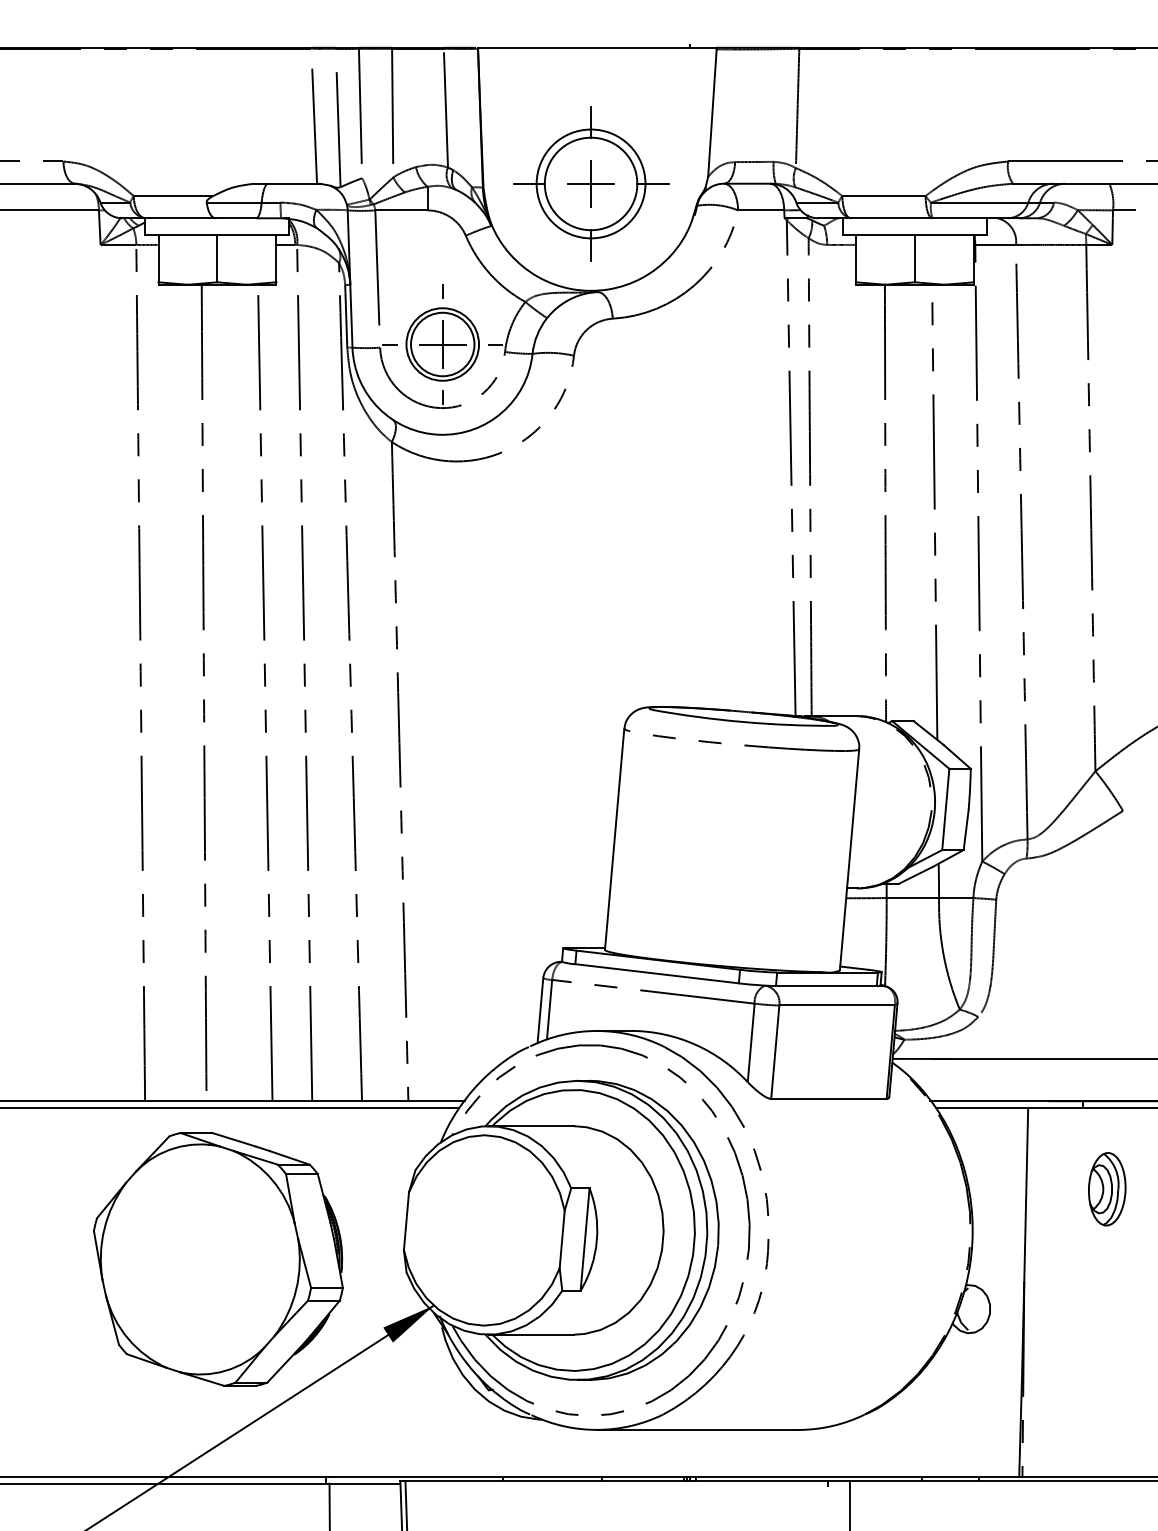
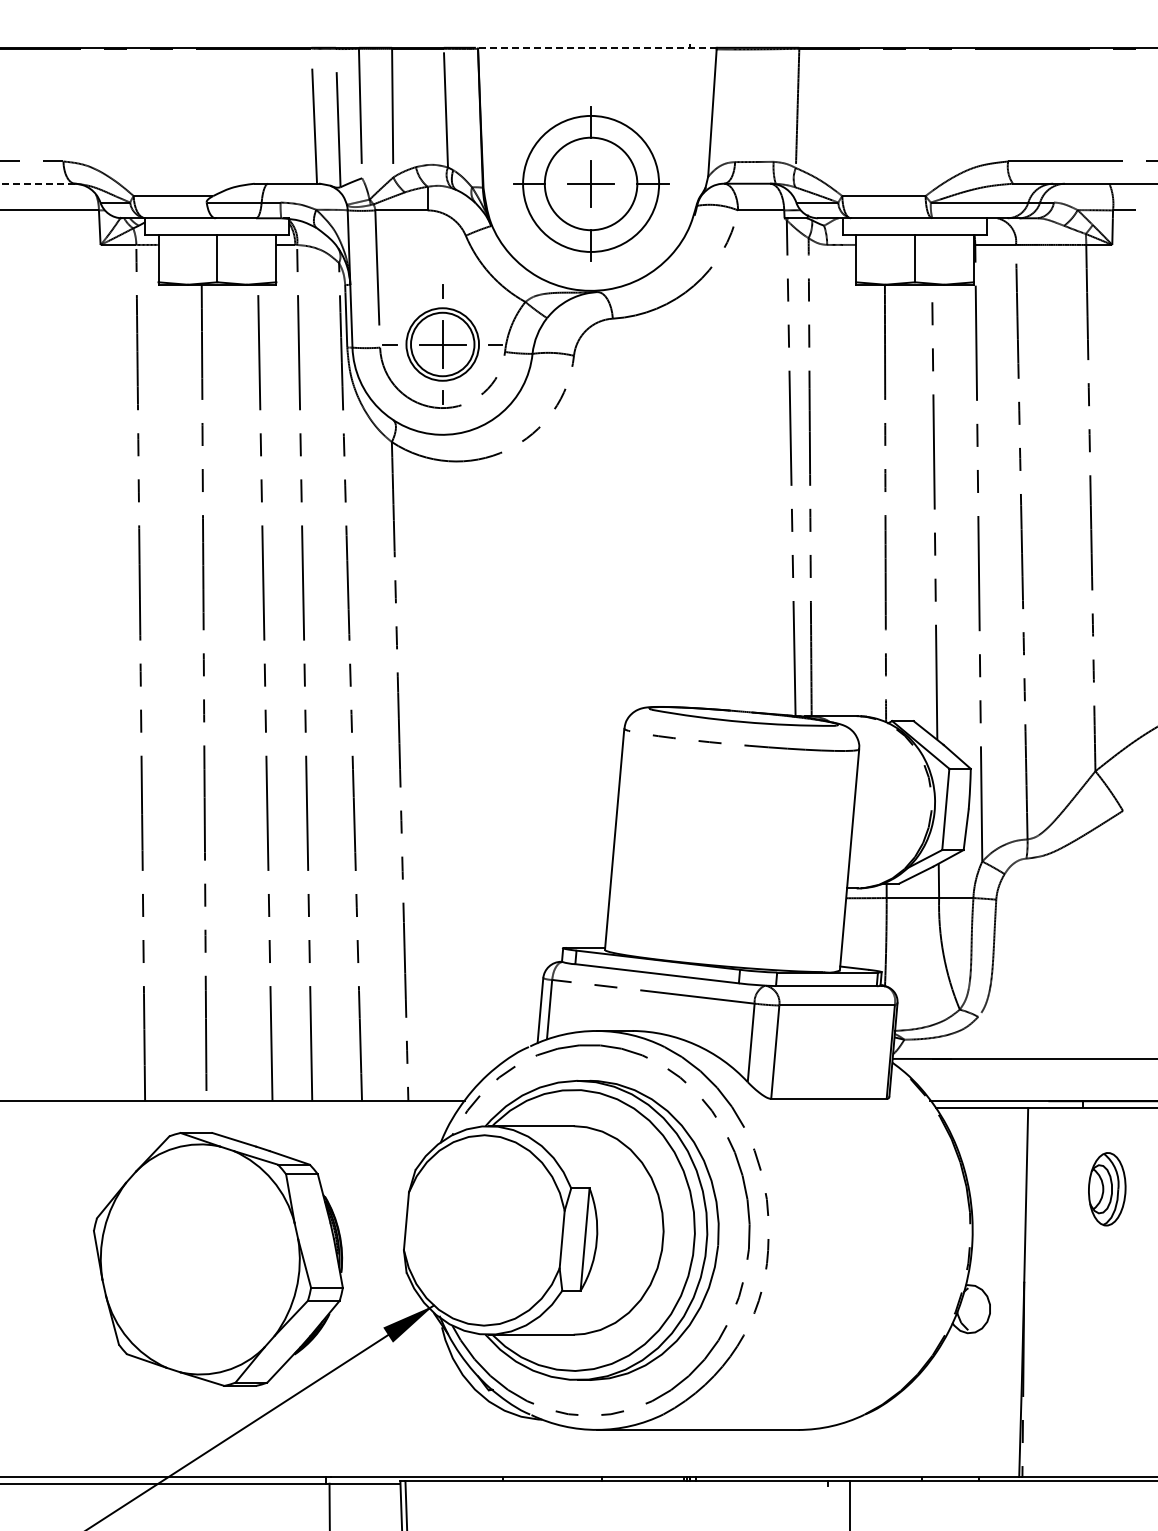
line at (596, 47): solid -> dashed
line at (37, 183): solid -> dashed
circle at (590, 183) diameter: 109 px -> 136 px
line at (230, 1108): present -> none
